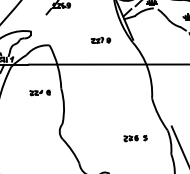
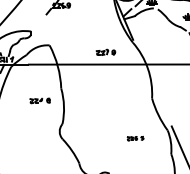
part at (100, 39) position: (100, 39) -> (105, 51)
part at (39, 92) position: (39, 92) -> (39, 100)
part at (135, 138) size: 25x8 px -> 19x6 px
